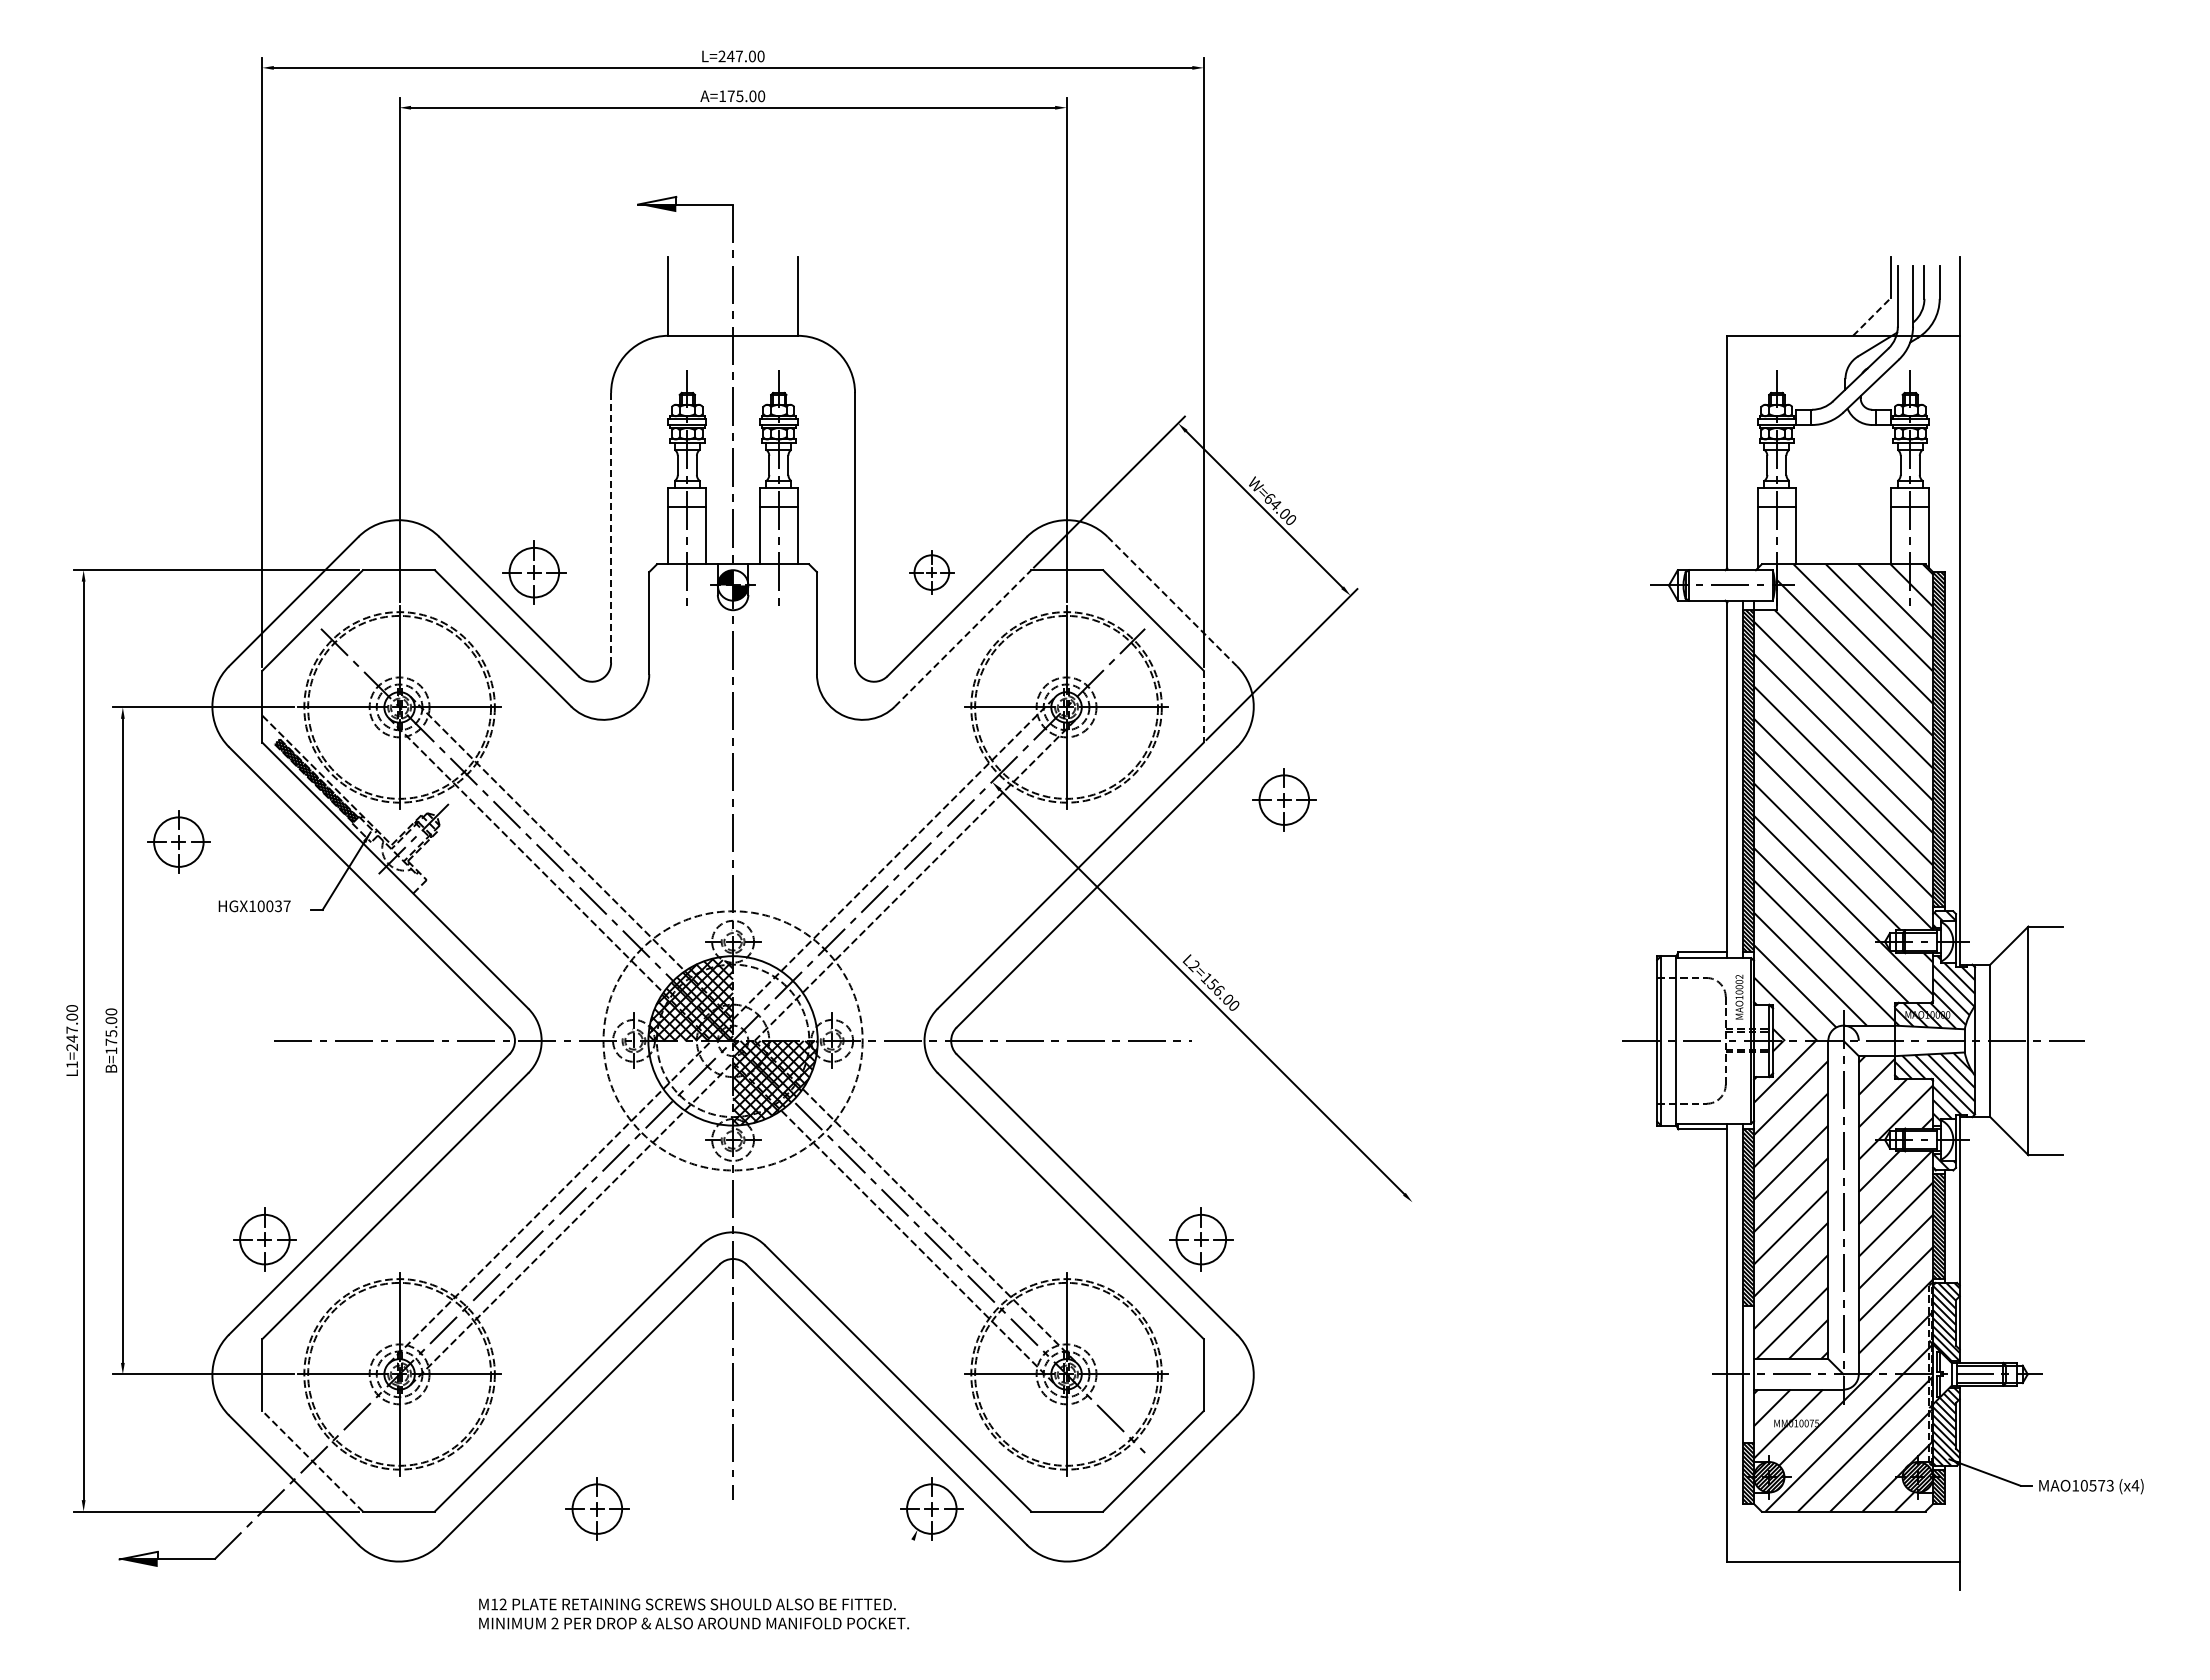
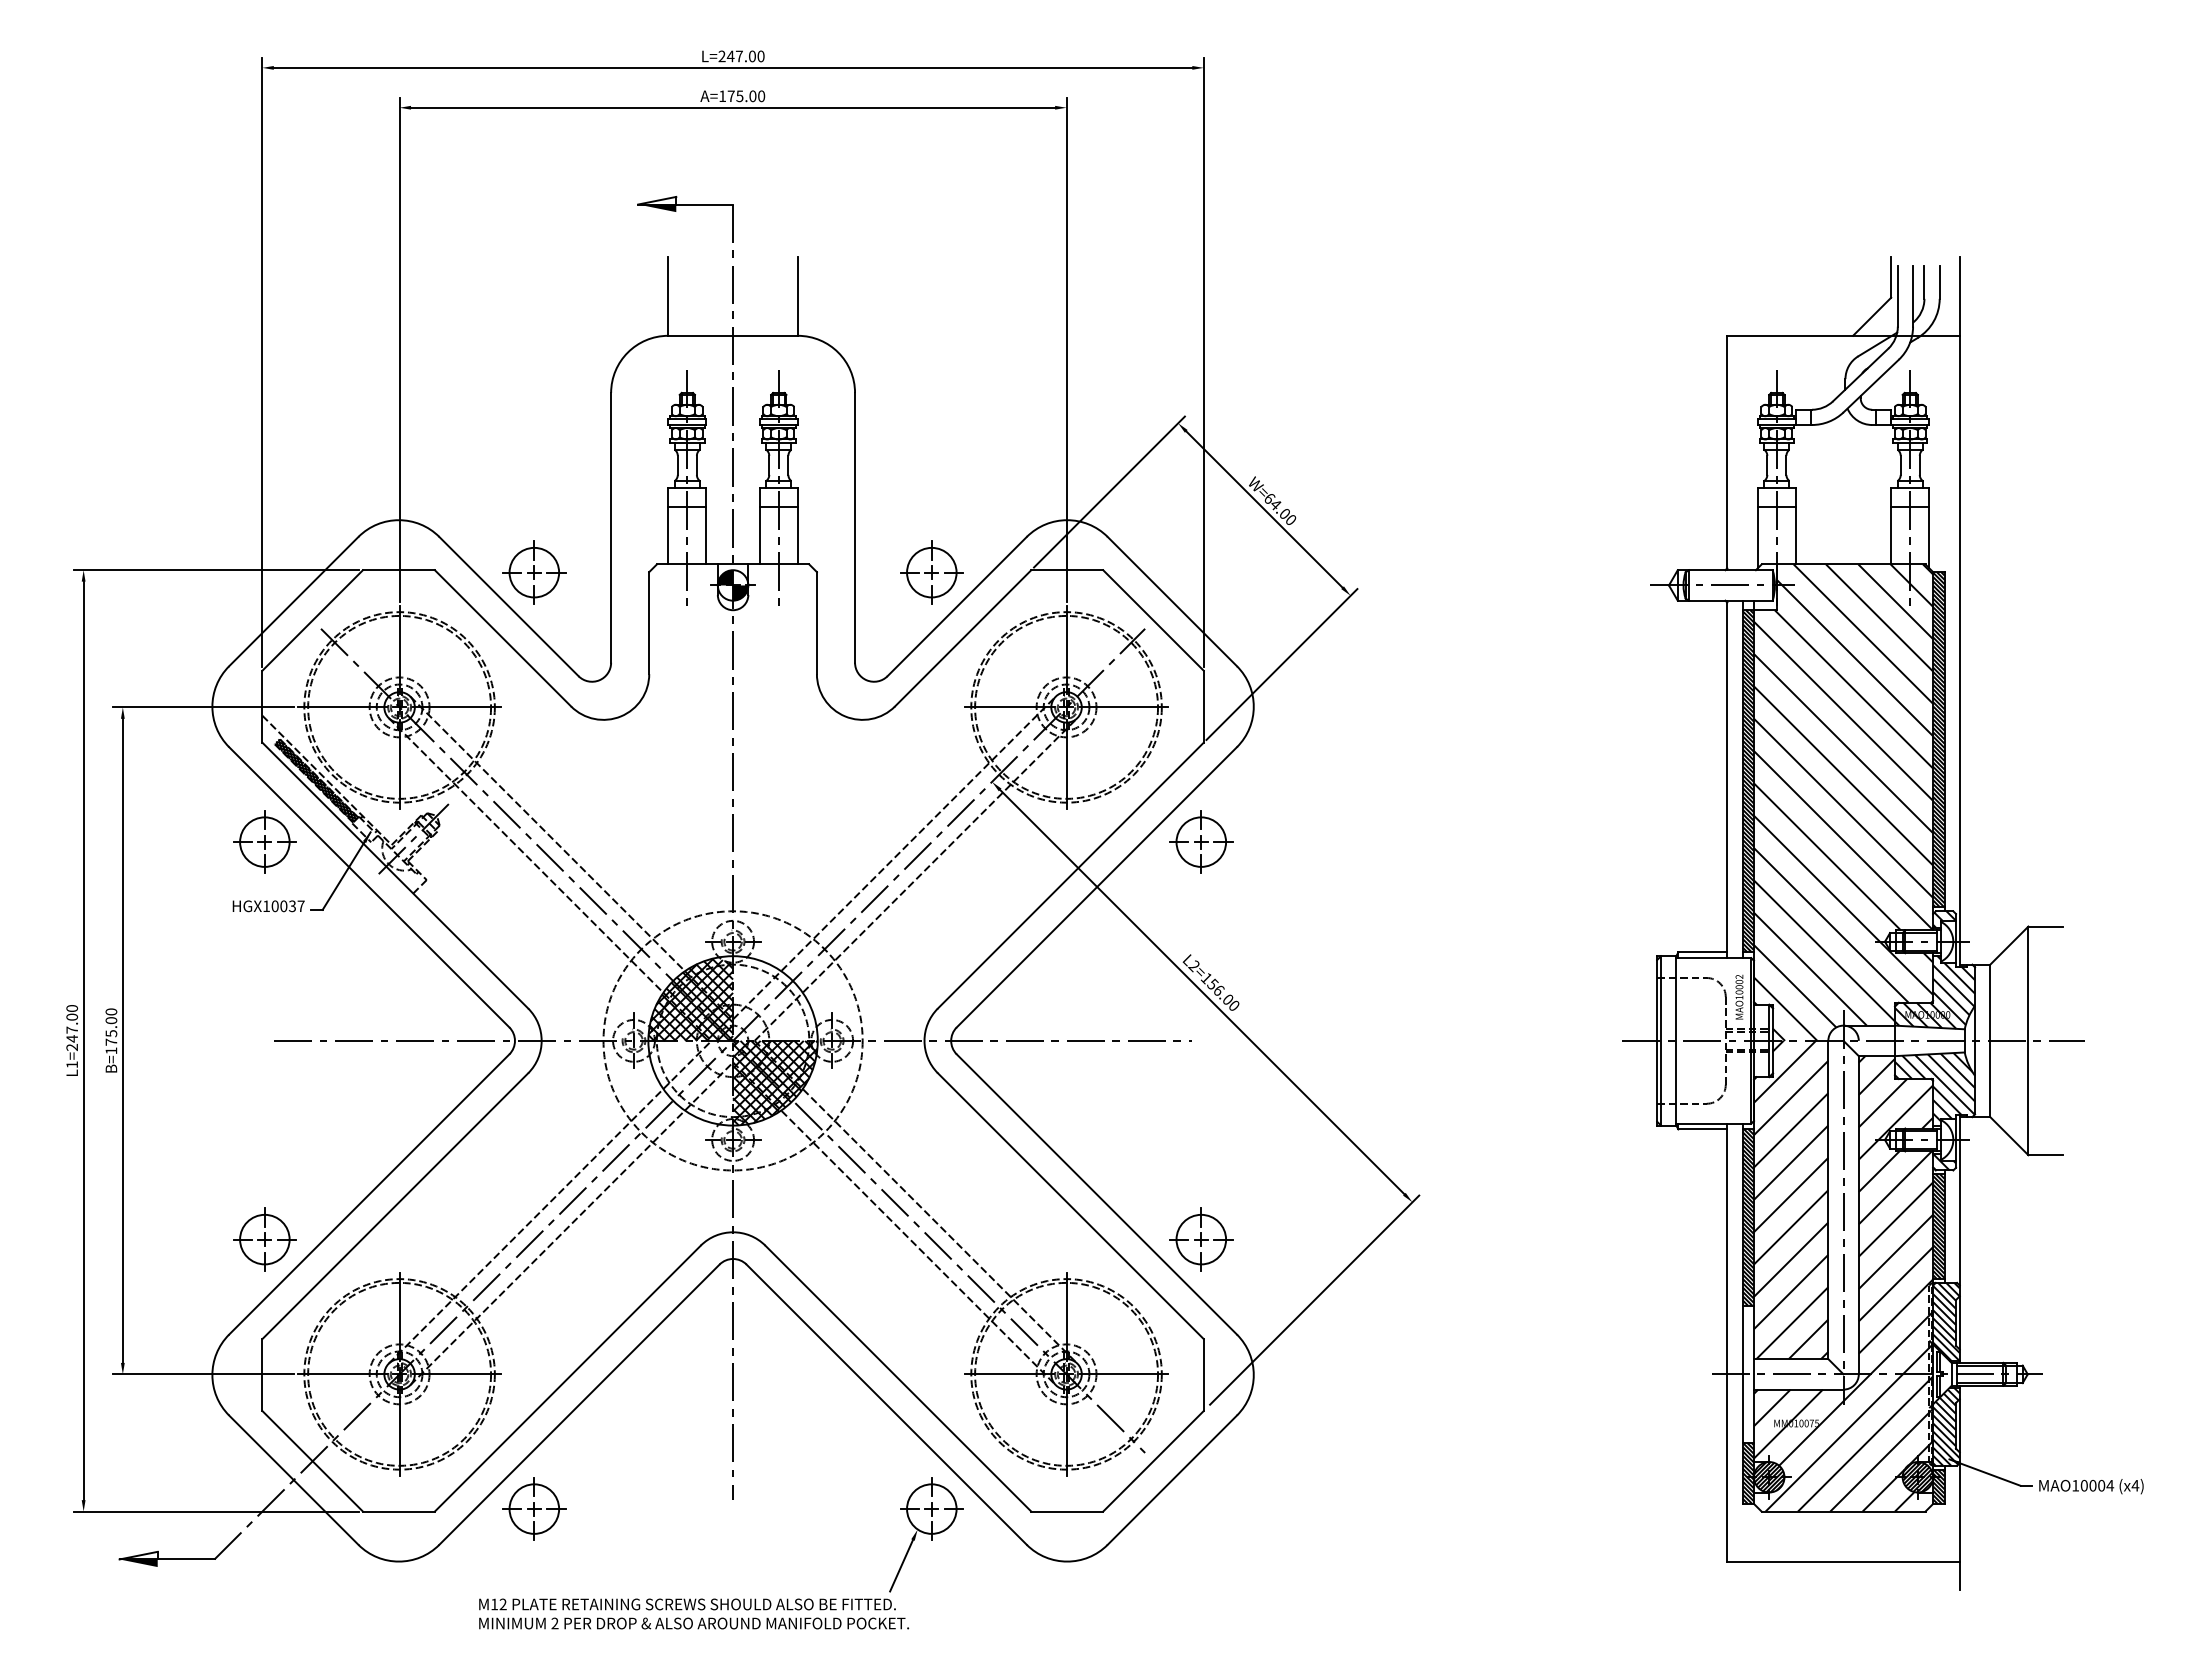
line at (1872, 316): dashed -> solid
line at (611, 527): dashed -> solid
part at (931, 572) size: 46x45 px -> 64x65 px
line at (1172, 601): dashed -> solid
line at (963, 638): dashed -> solid
line at (1203, 706): dashed -> solid
part at (1284, 799) position: (1284, 799) -> (1201, 841)
part at (178, 841) position: (178, 841) -> (264, 841)
text at (254, 906) position: (254, 906) -> (268, 906)
line at (1314, 1299): none -> present
line at (312, 1460): dashed -> solid
text at (2101, 1485): MAO10573 -> MAO10004
part at (597, 1508) position: (597, 1508) -> (534, 1508)
line at (901, 1565): none -> present
